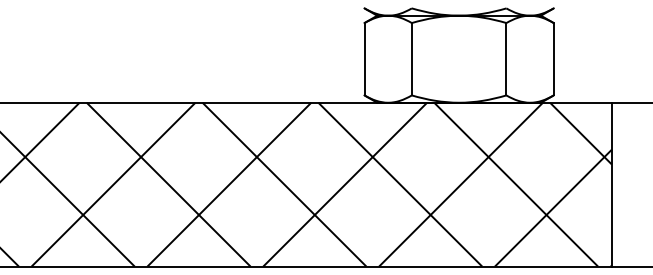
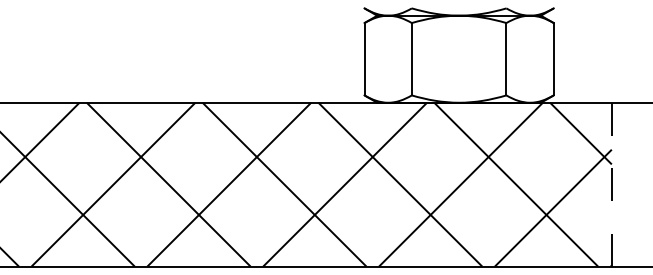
line at (611, 184): solid -> dashed
